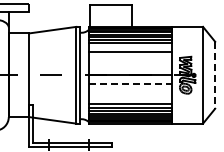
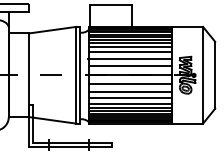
line at (130, 47): none -> present
line at (130, 59): none -> present
line at (130, 66): none -> present
line at (215, 75): dashed -> solid
line at (130, 84): dashed -> solid
line at (130, 91): none -> present
line at (130, 98): none -> present
